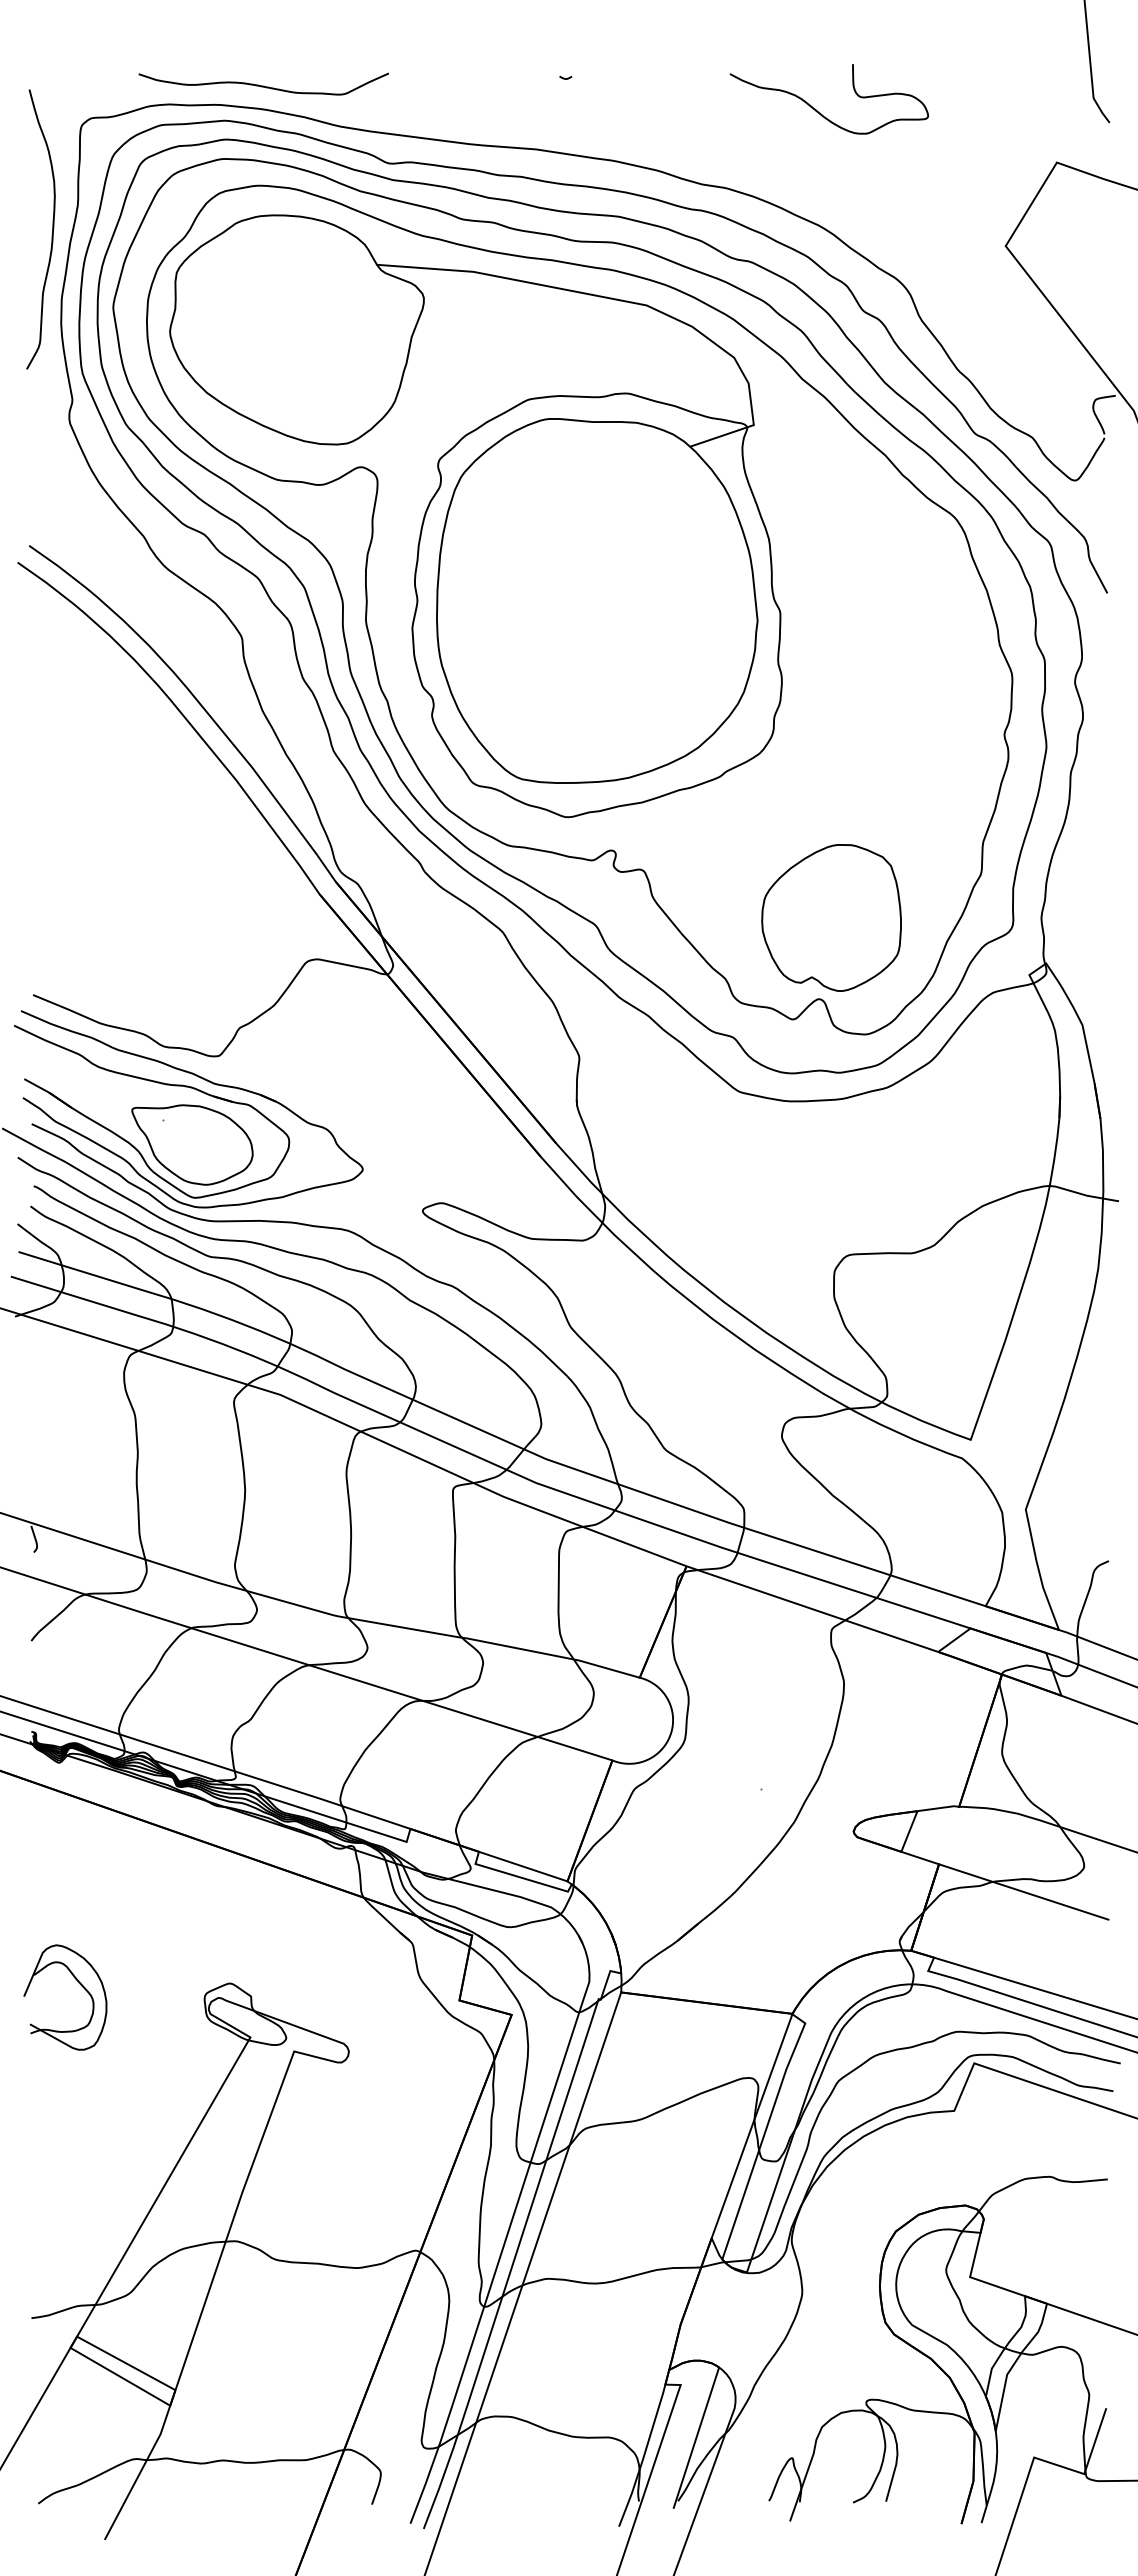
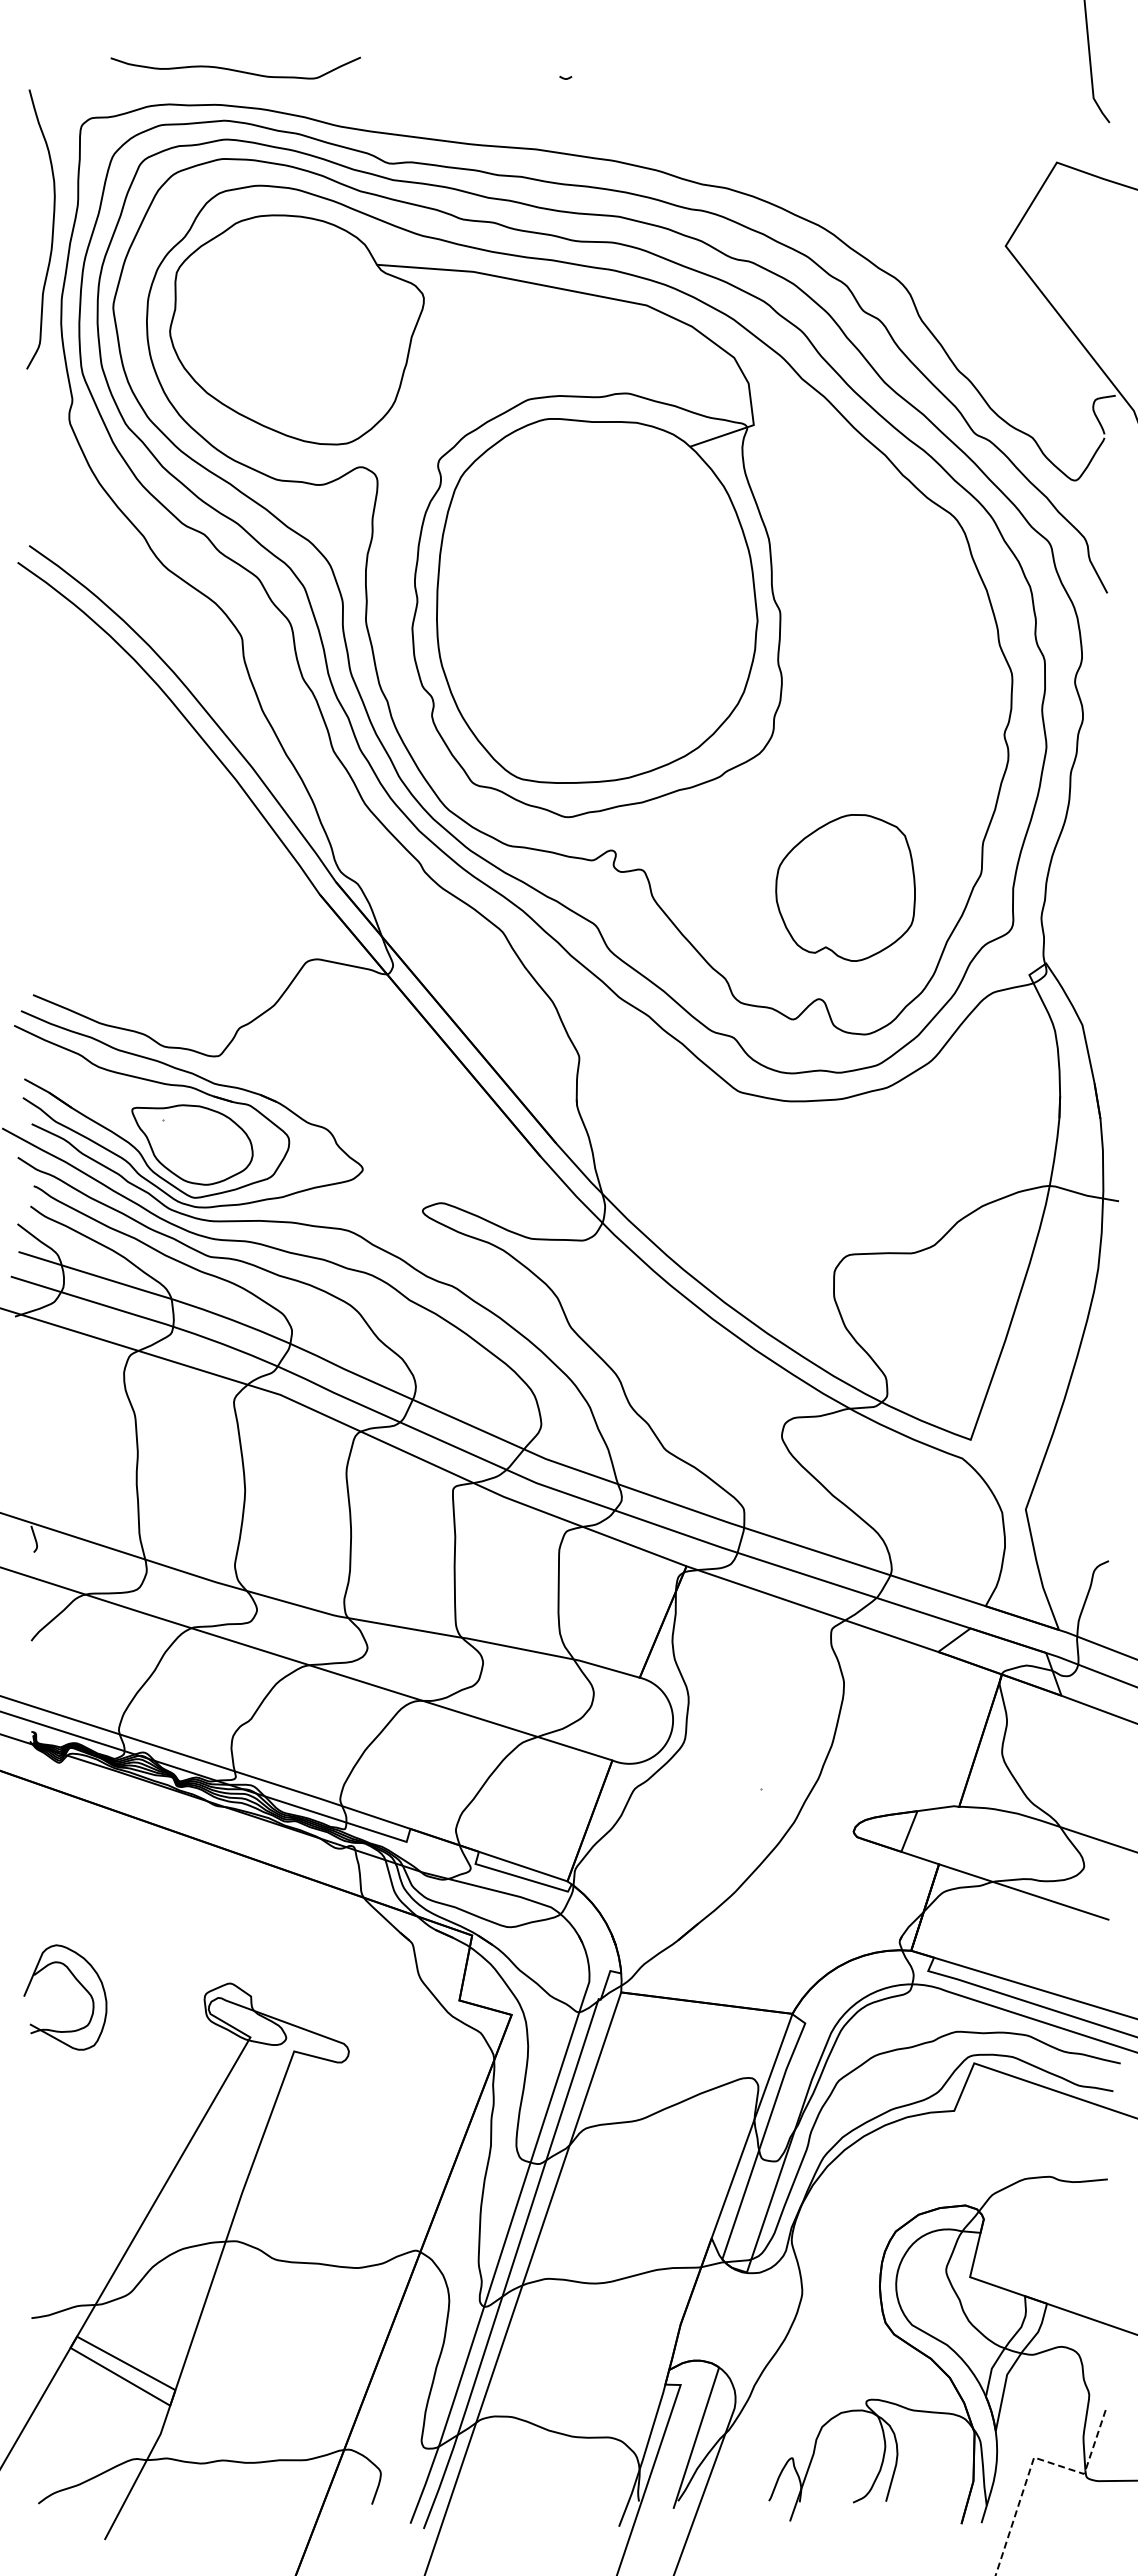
curve at (263, 85) position: (263, 85) -> (235, 69)
curve at (820, 112): present -> none
part at (831, 917) position: (831, 917) -> (845, 887)
line at (1034, 2457): solid -> dashed
